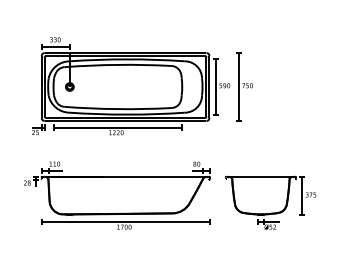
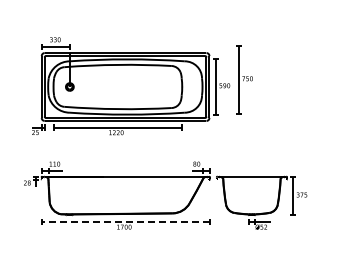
part at (244, 86) position: (244, 86) -> (244, 79)
part at (270, 202) position: (270, 202) -> (261, 202)
line at (125, 222): solid -> dashed
